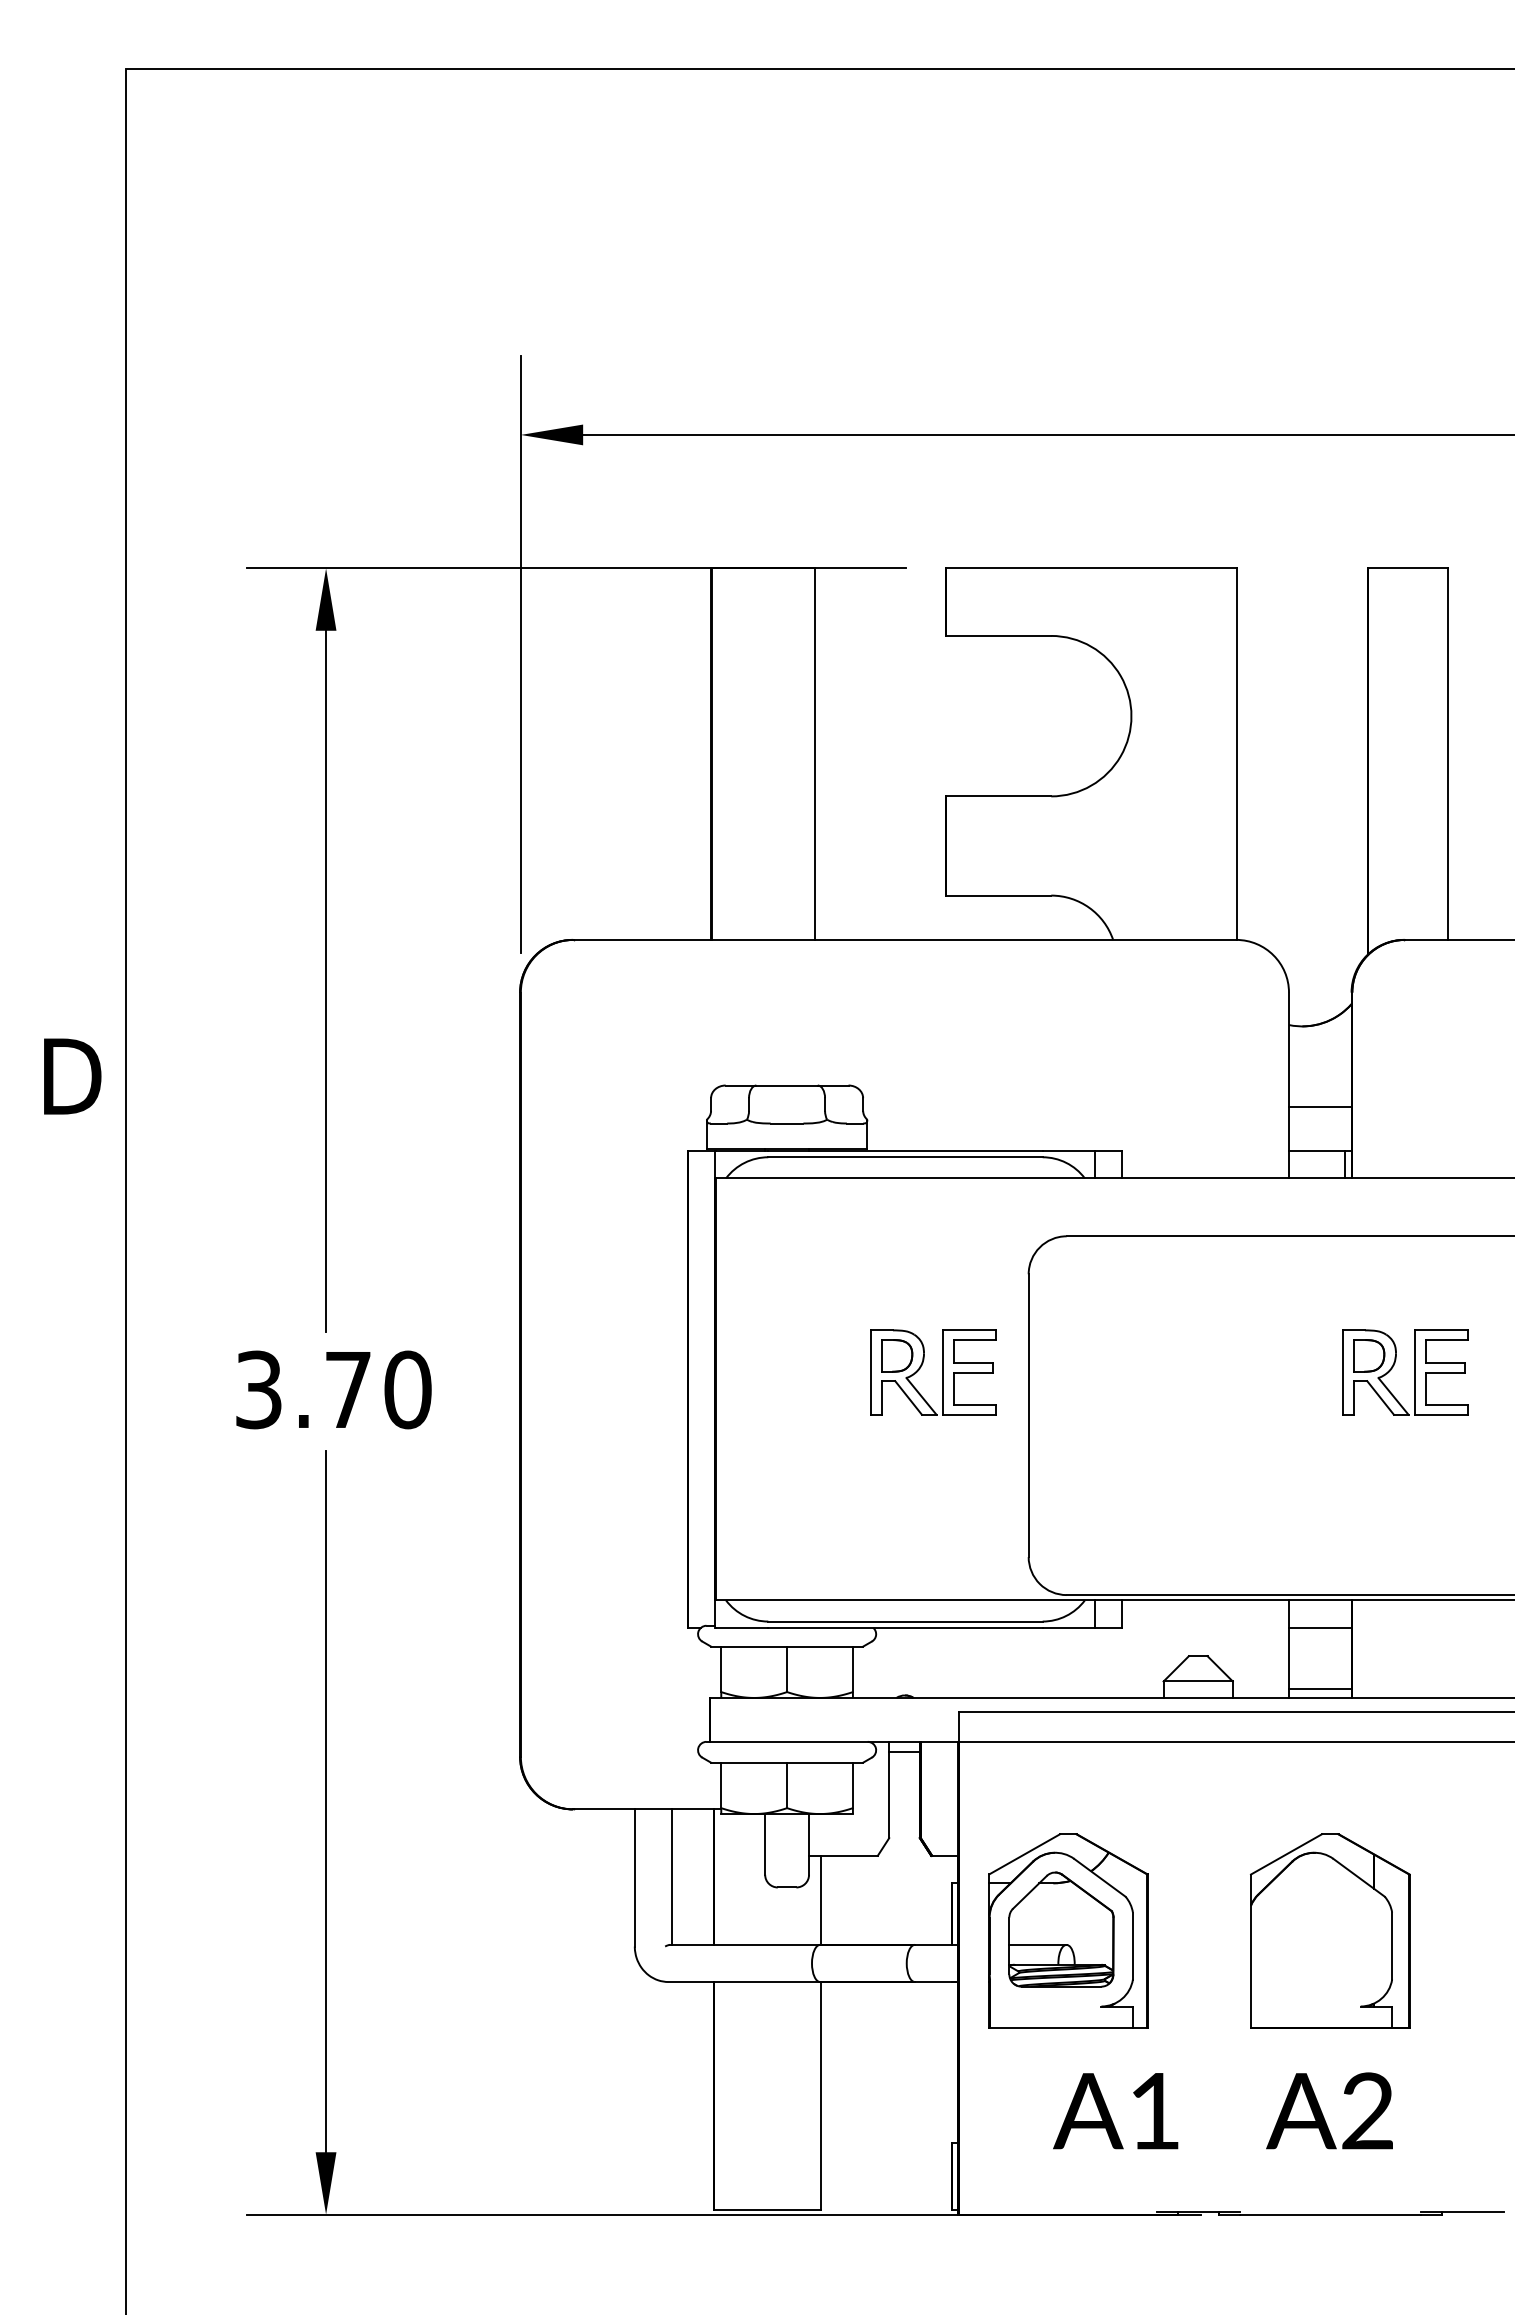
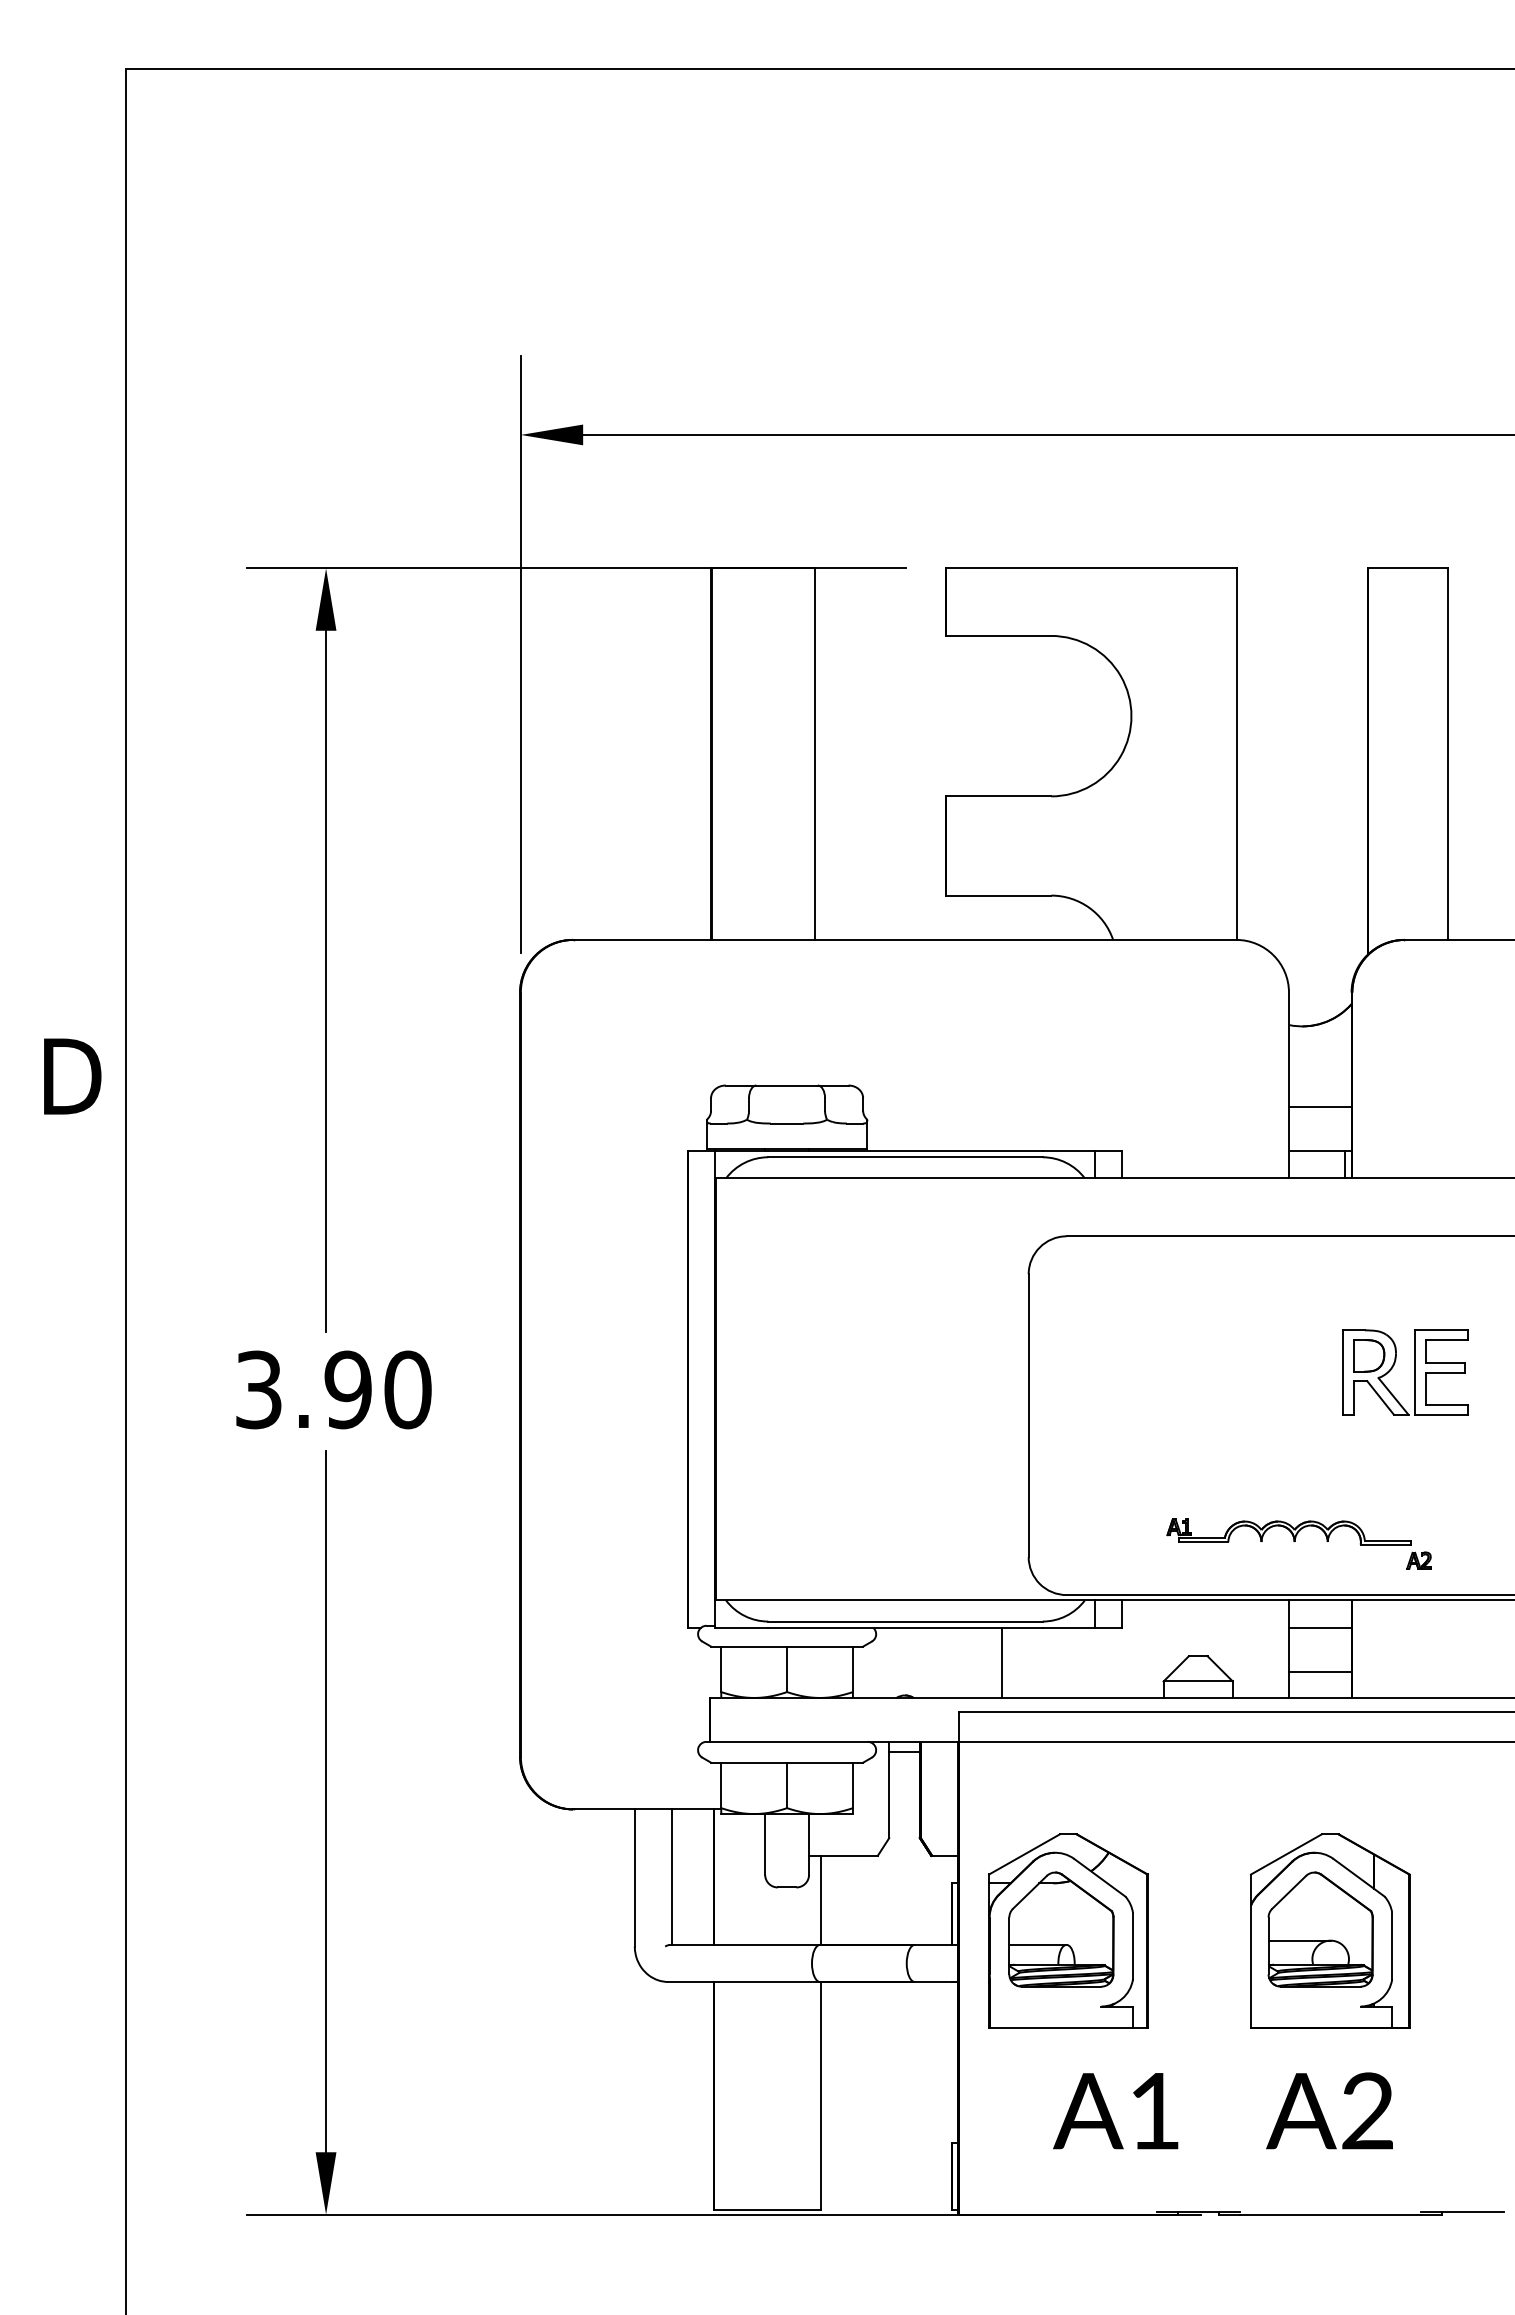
part at (942, 1372): present -> none
text at (347, 1389): 3.70 -> 3.90
part at (1298, 1543): none -> present
line at (1002, 1662): none -> present
line at (1320, 1689) position: (1320, 1689) -> (1320, 1672)
part at (1320, 1929): none -> present
